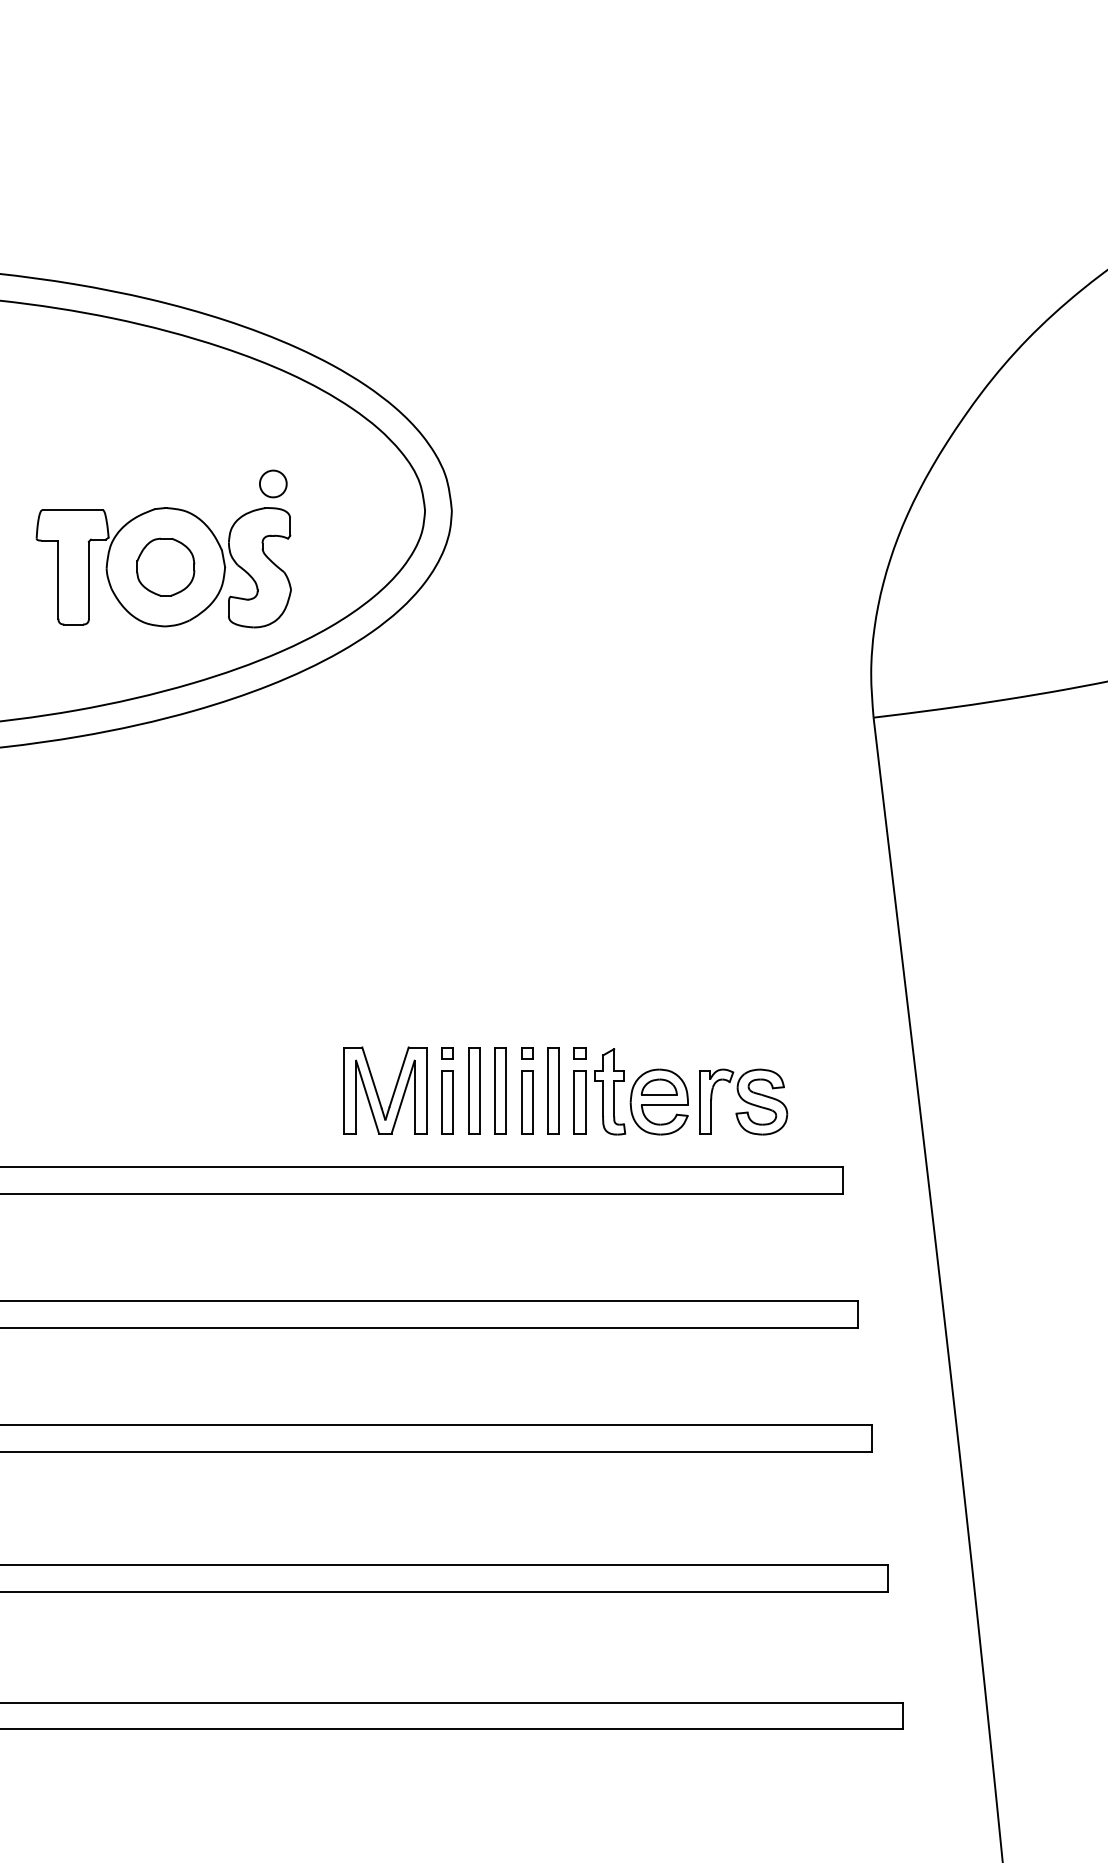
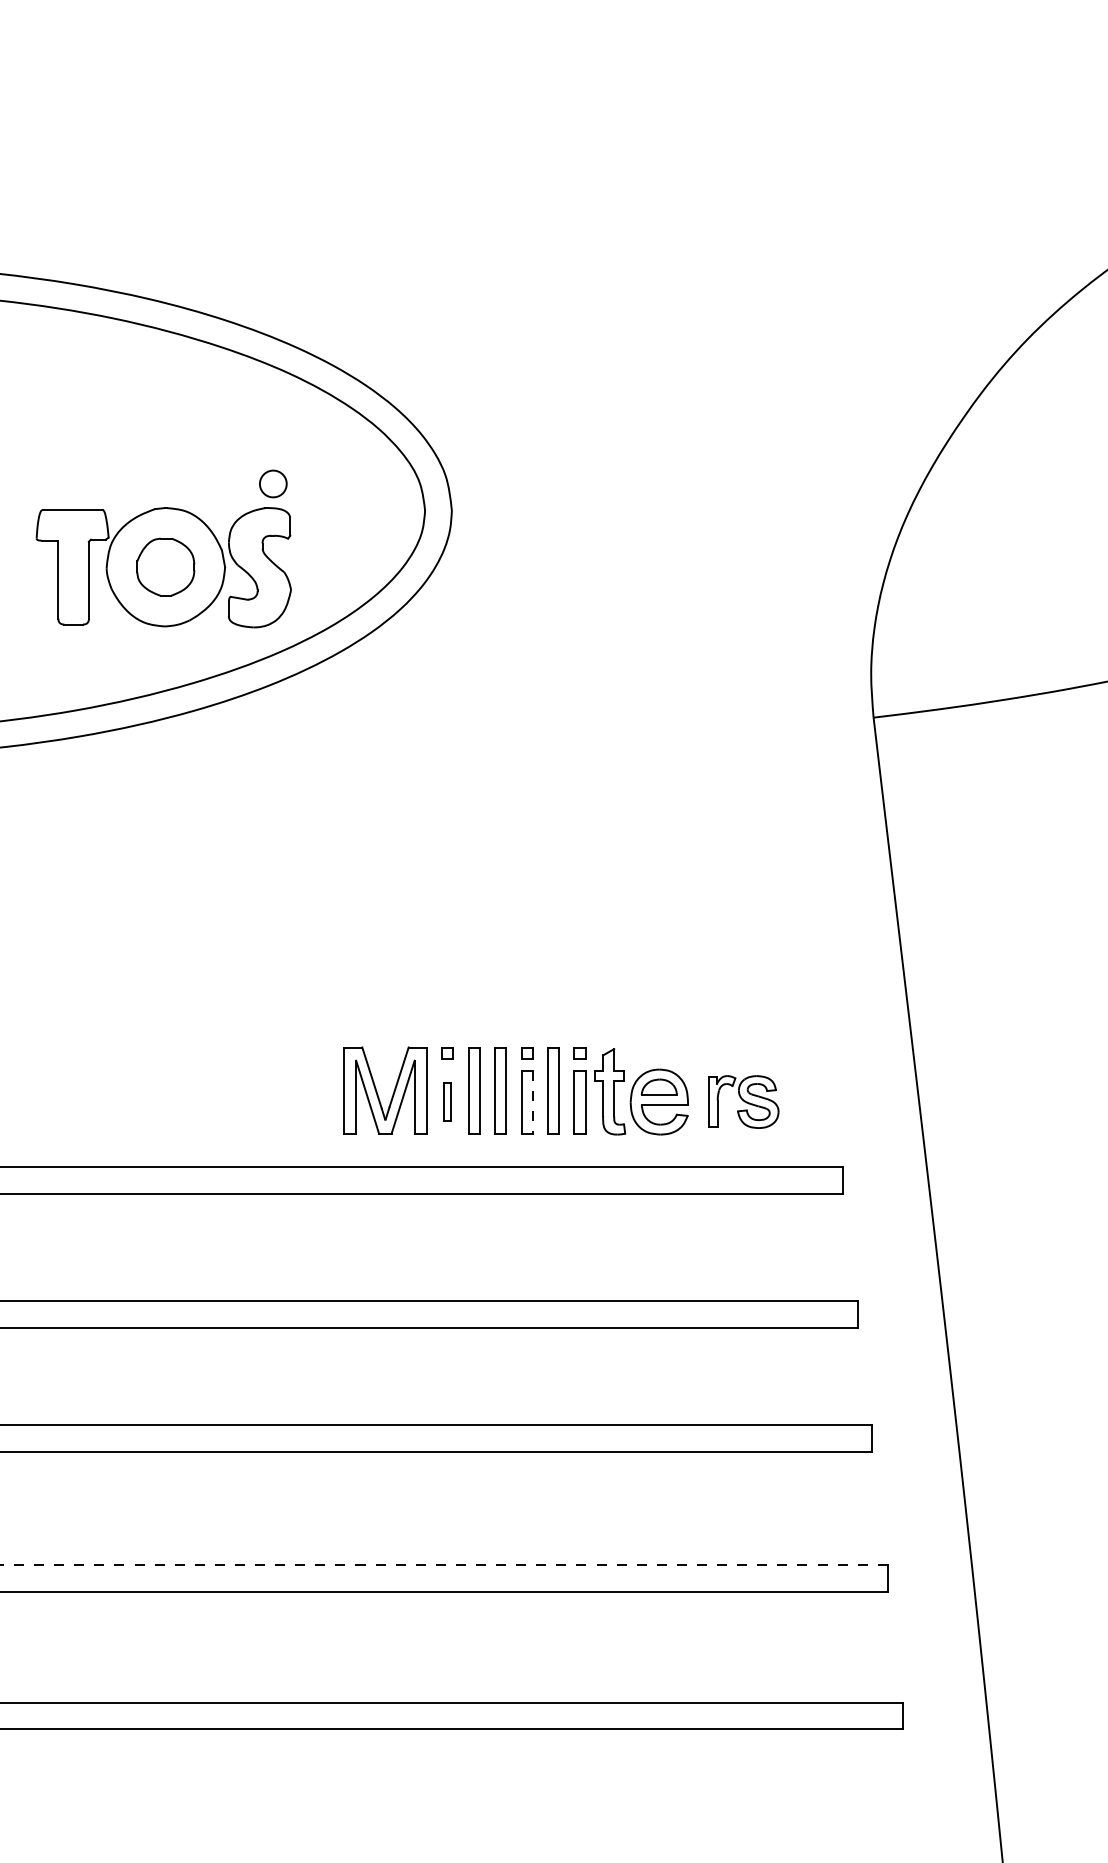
part at (743, 1101) size: 90x68 px -> 72x54 px
part at (447, 1102) size: 13x65 px -> 9x40 px
line at (532, 1102): solid -> dashed
line at (443, 1565): solid -> dashed
